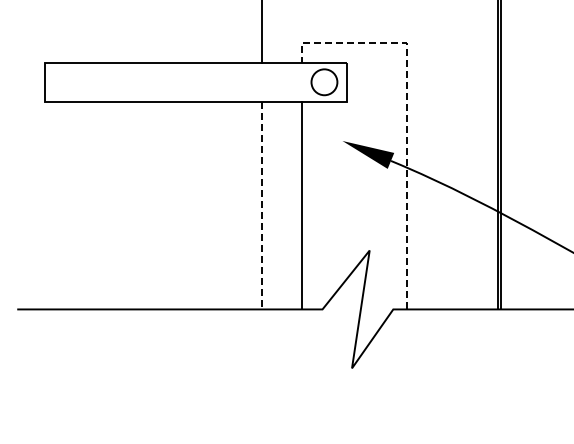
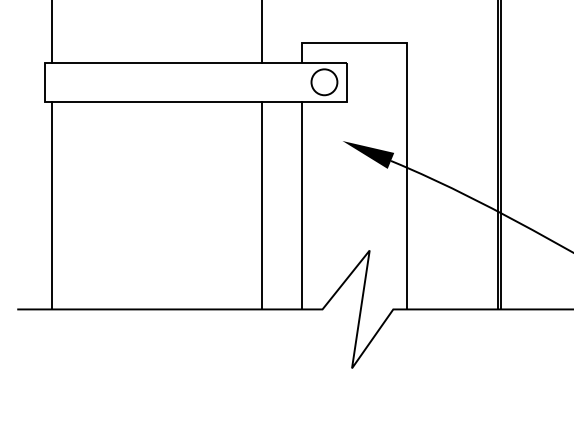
line at (51, 32): none -> present
line at (406, 112): dashed -> solid
line at (51, 205): none -> present
line at (261, 205): dashed -> solid
